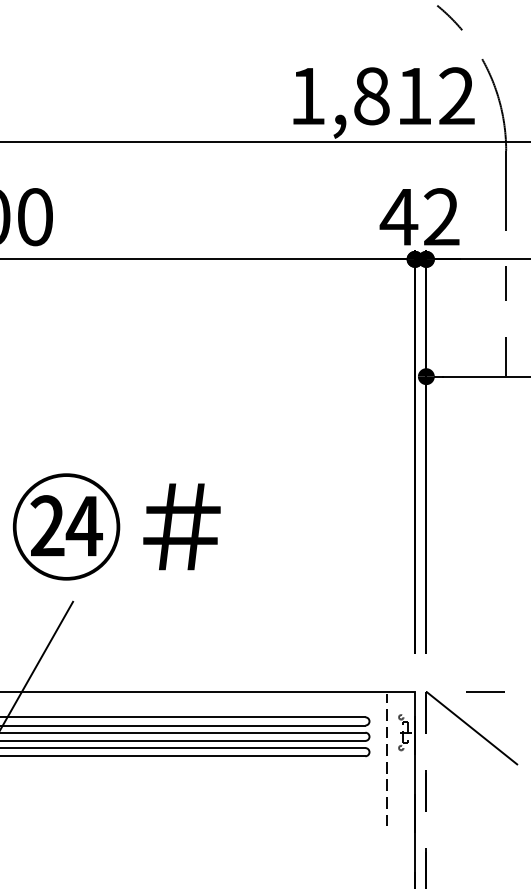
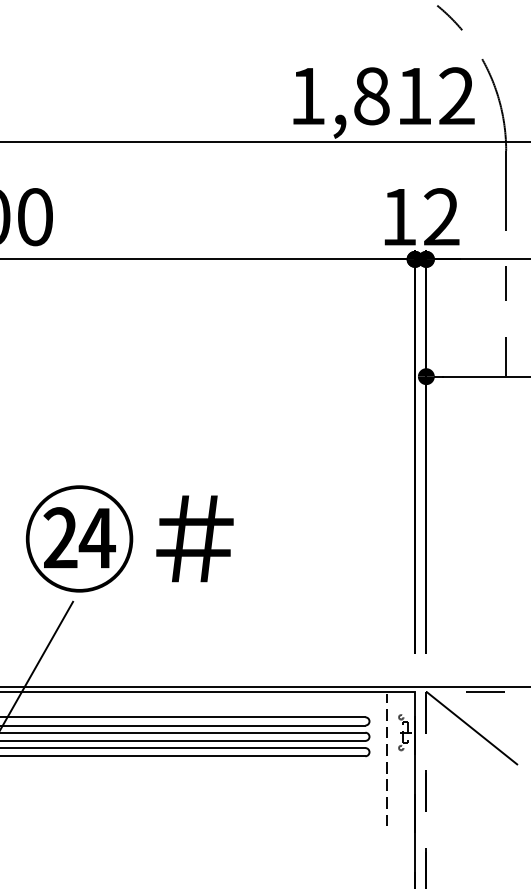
text at (398, 217): 42 -> 12
text at (116, 526) position: (116, 526) -> (129, 538)
line at (264, 687): none -> present
